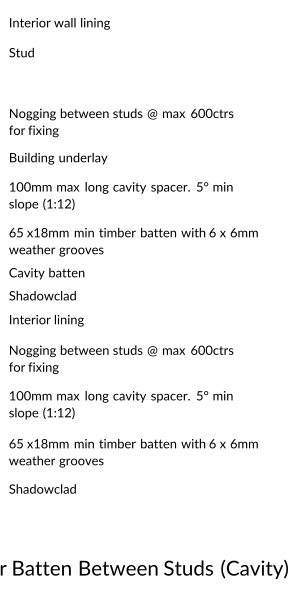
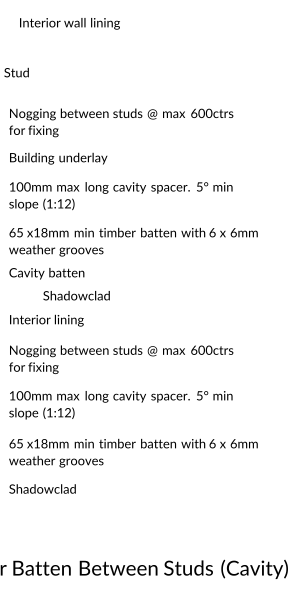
text at (59, 23) position: (59, 23) -> (69, 23)
text at (21, 52) position: (21, 52) -> (16, 72)
text at (42, 295) position: (42, 295) -> (76, 295)
